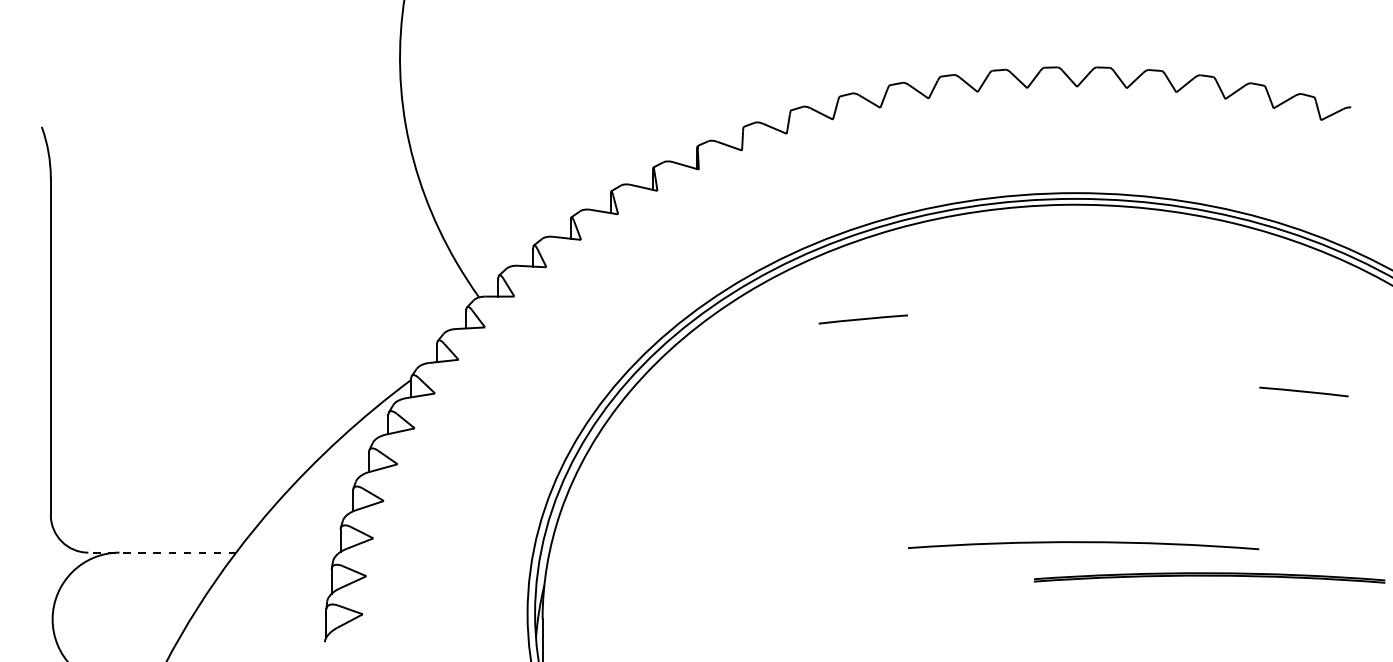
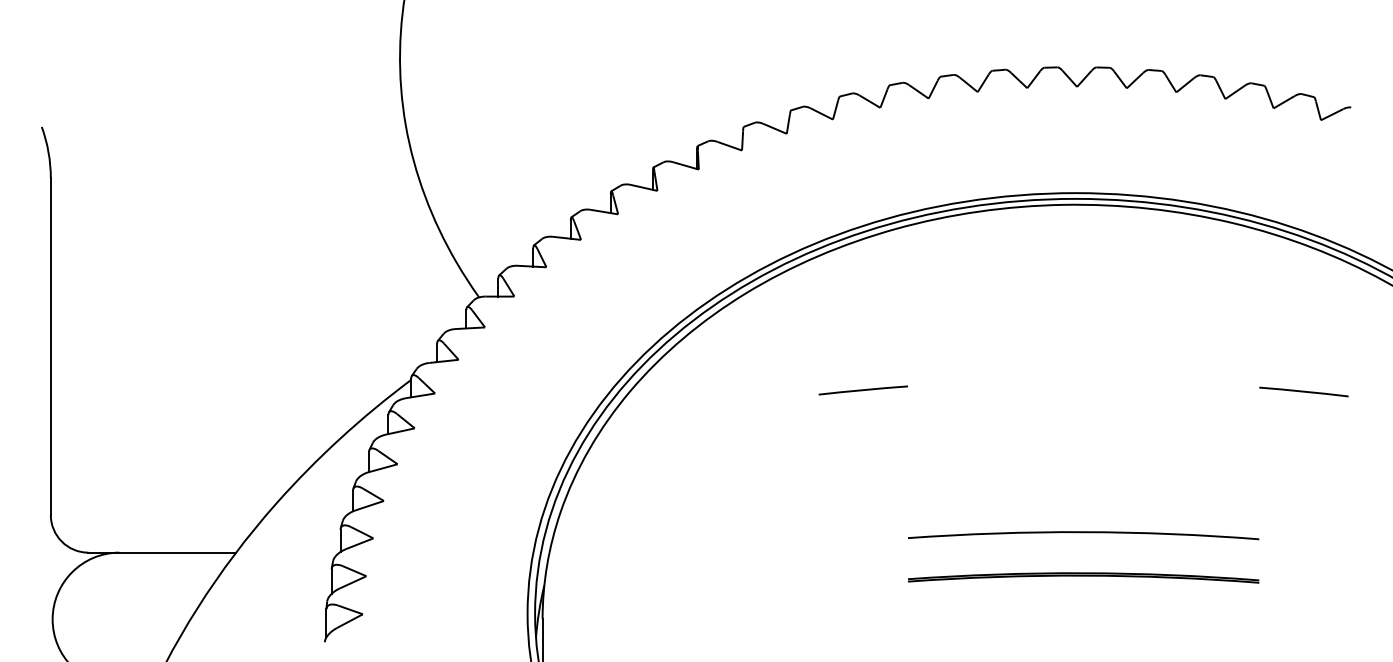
line at (862, 319) position: (862, 319) -> (862, 390)
curve at (1083, 543) position: (1083, 543) -> (1083, 533)
line at (162, 552): dashed -> solid
part at (1209, 577) position: (1209, 577) -> (1083, 577)
